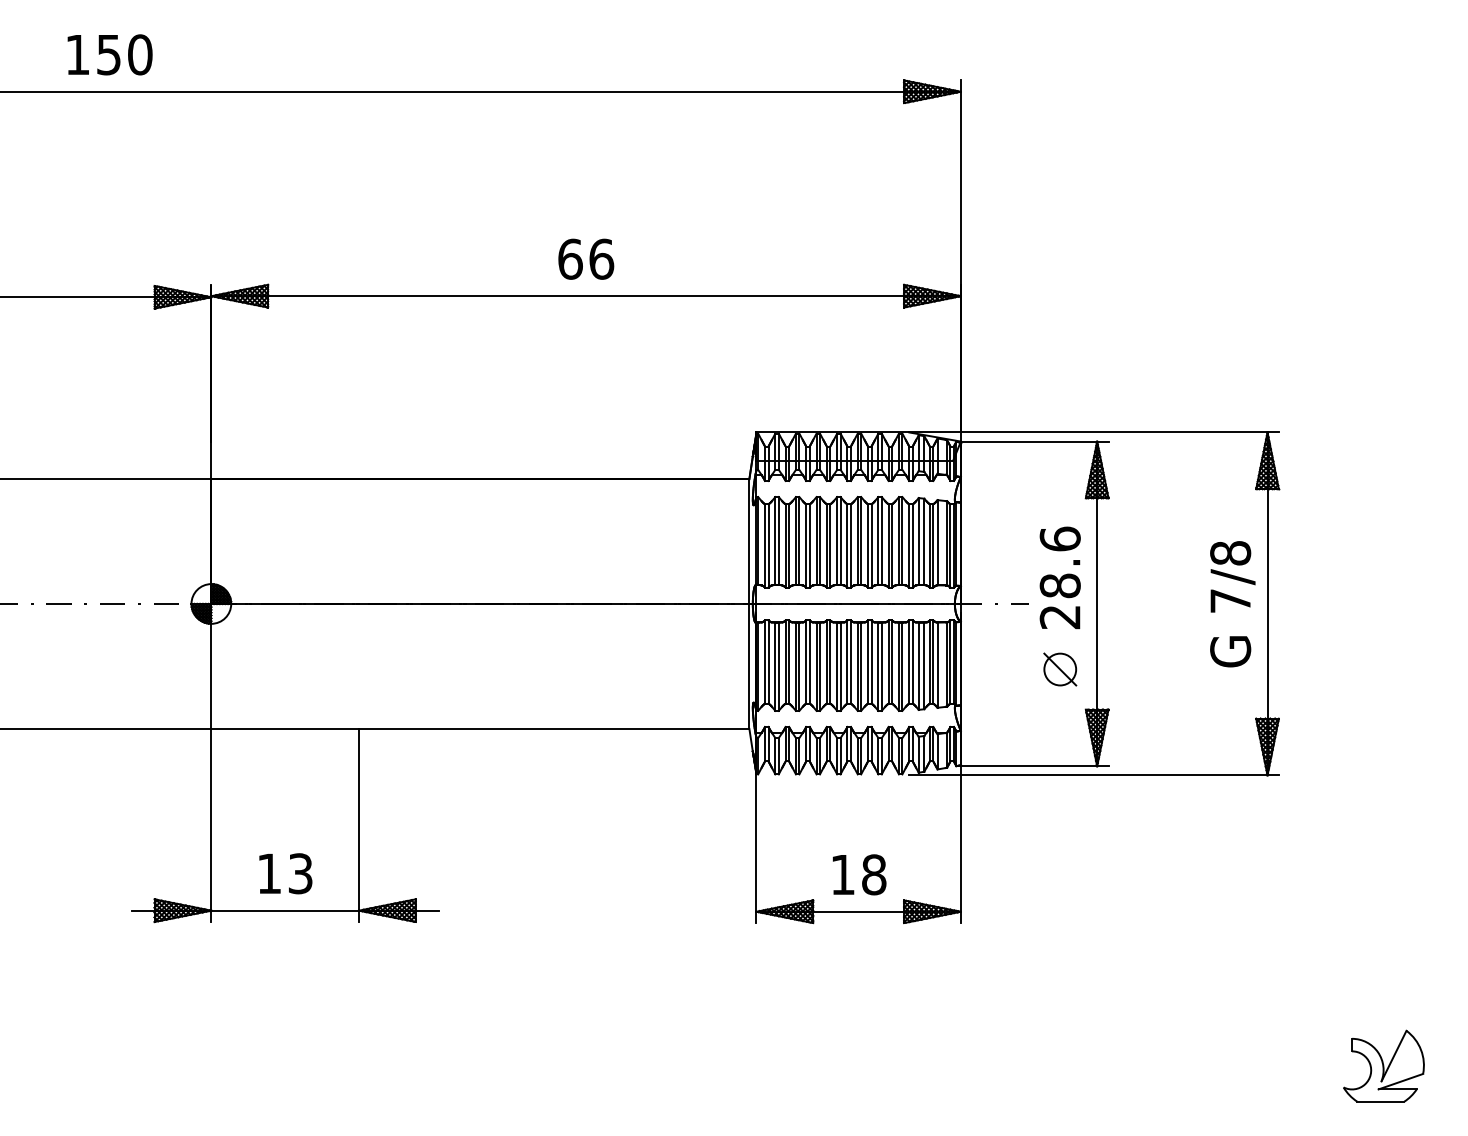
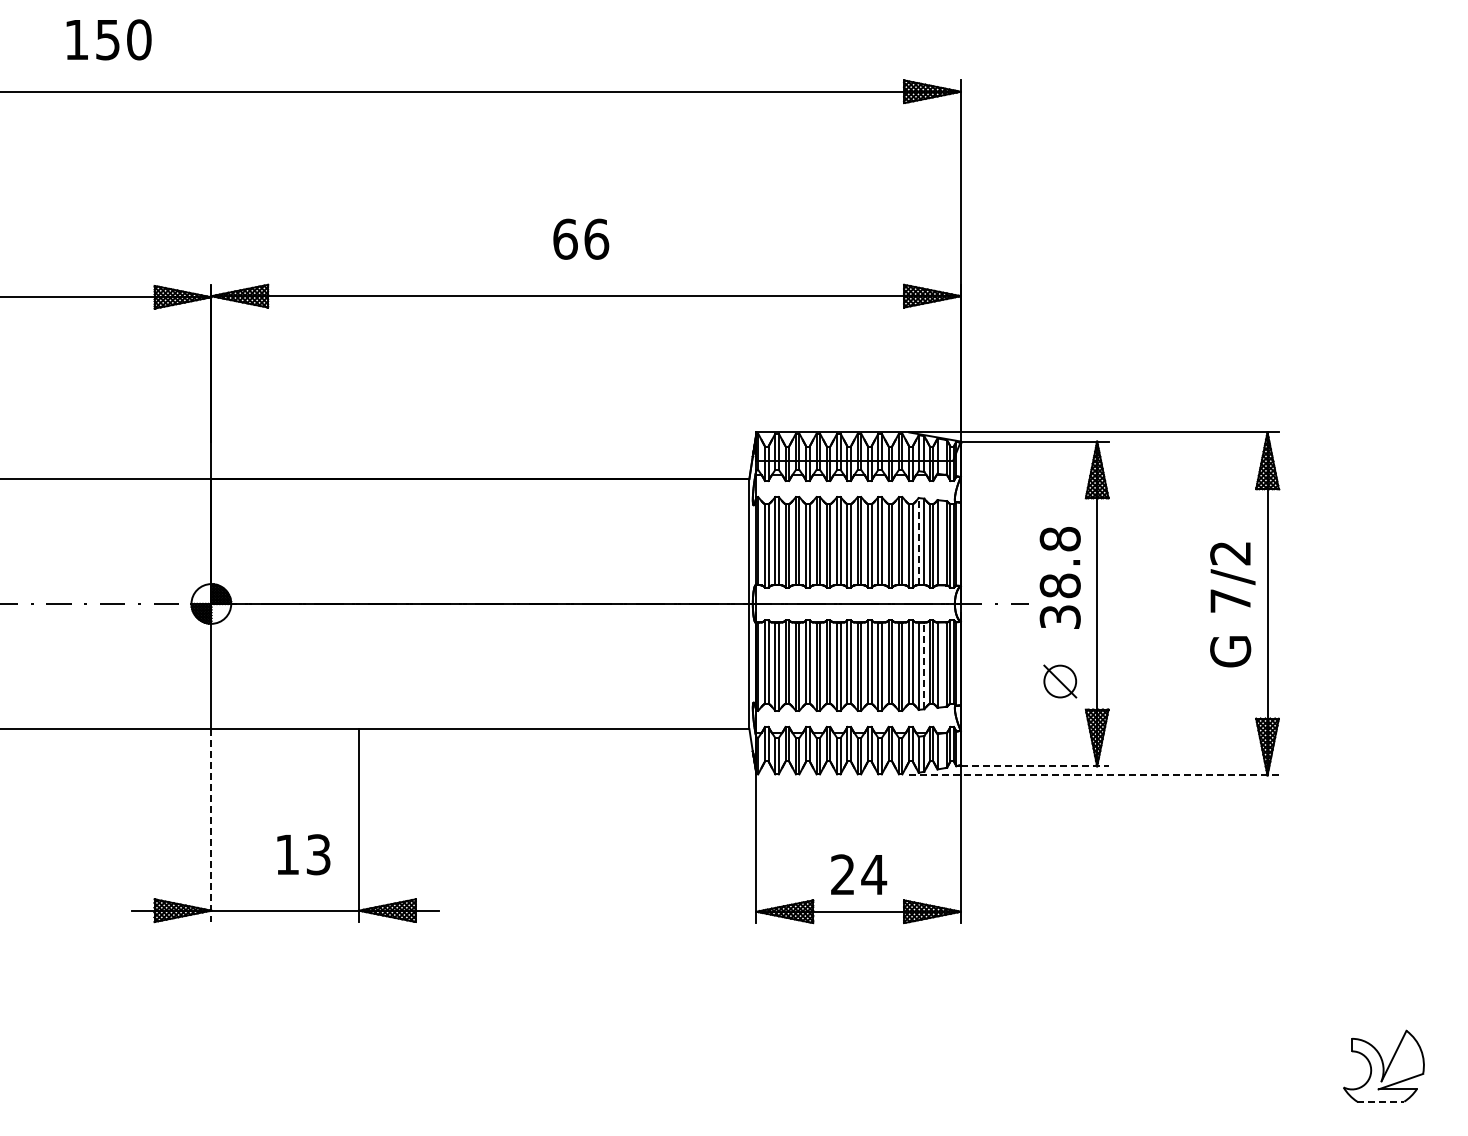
text at (109, 54) position: (109, 54) -> (108, 39)
text at (586, 258) position: (586, 258) -> (581, 238)
line at (918, 541): solid -> dashed
text at (1230, 553): 7/8 -> 7/2
text at (1059, 577): 28.6 -> 38.8
line at (924, 665): solid -> dashed
part at (1060, 669) position: (1060, 669) -> (1060, 681)
line at (1034, 766): solid -> dashed
line at (1094, 775): solid -> dashed
line at (211, 825): solid -> dashed
text at (285, 873) position: (285, 873) -> (303, 854)
text at (859, 874): 18 -> 24
line at (1380, 1101): solid -> dashed
